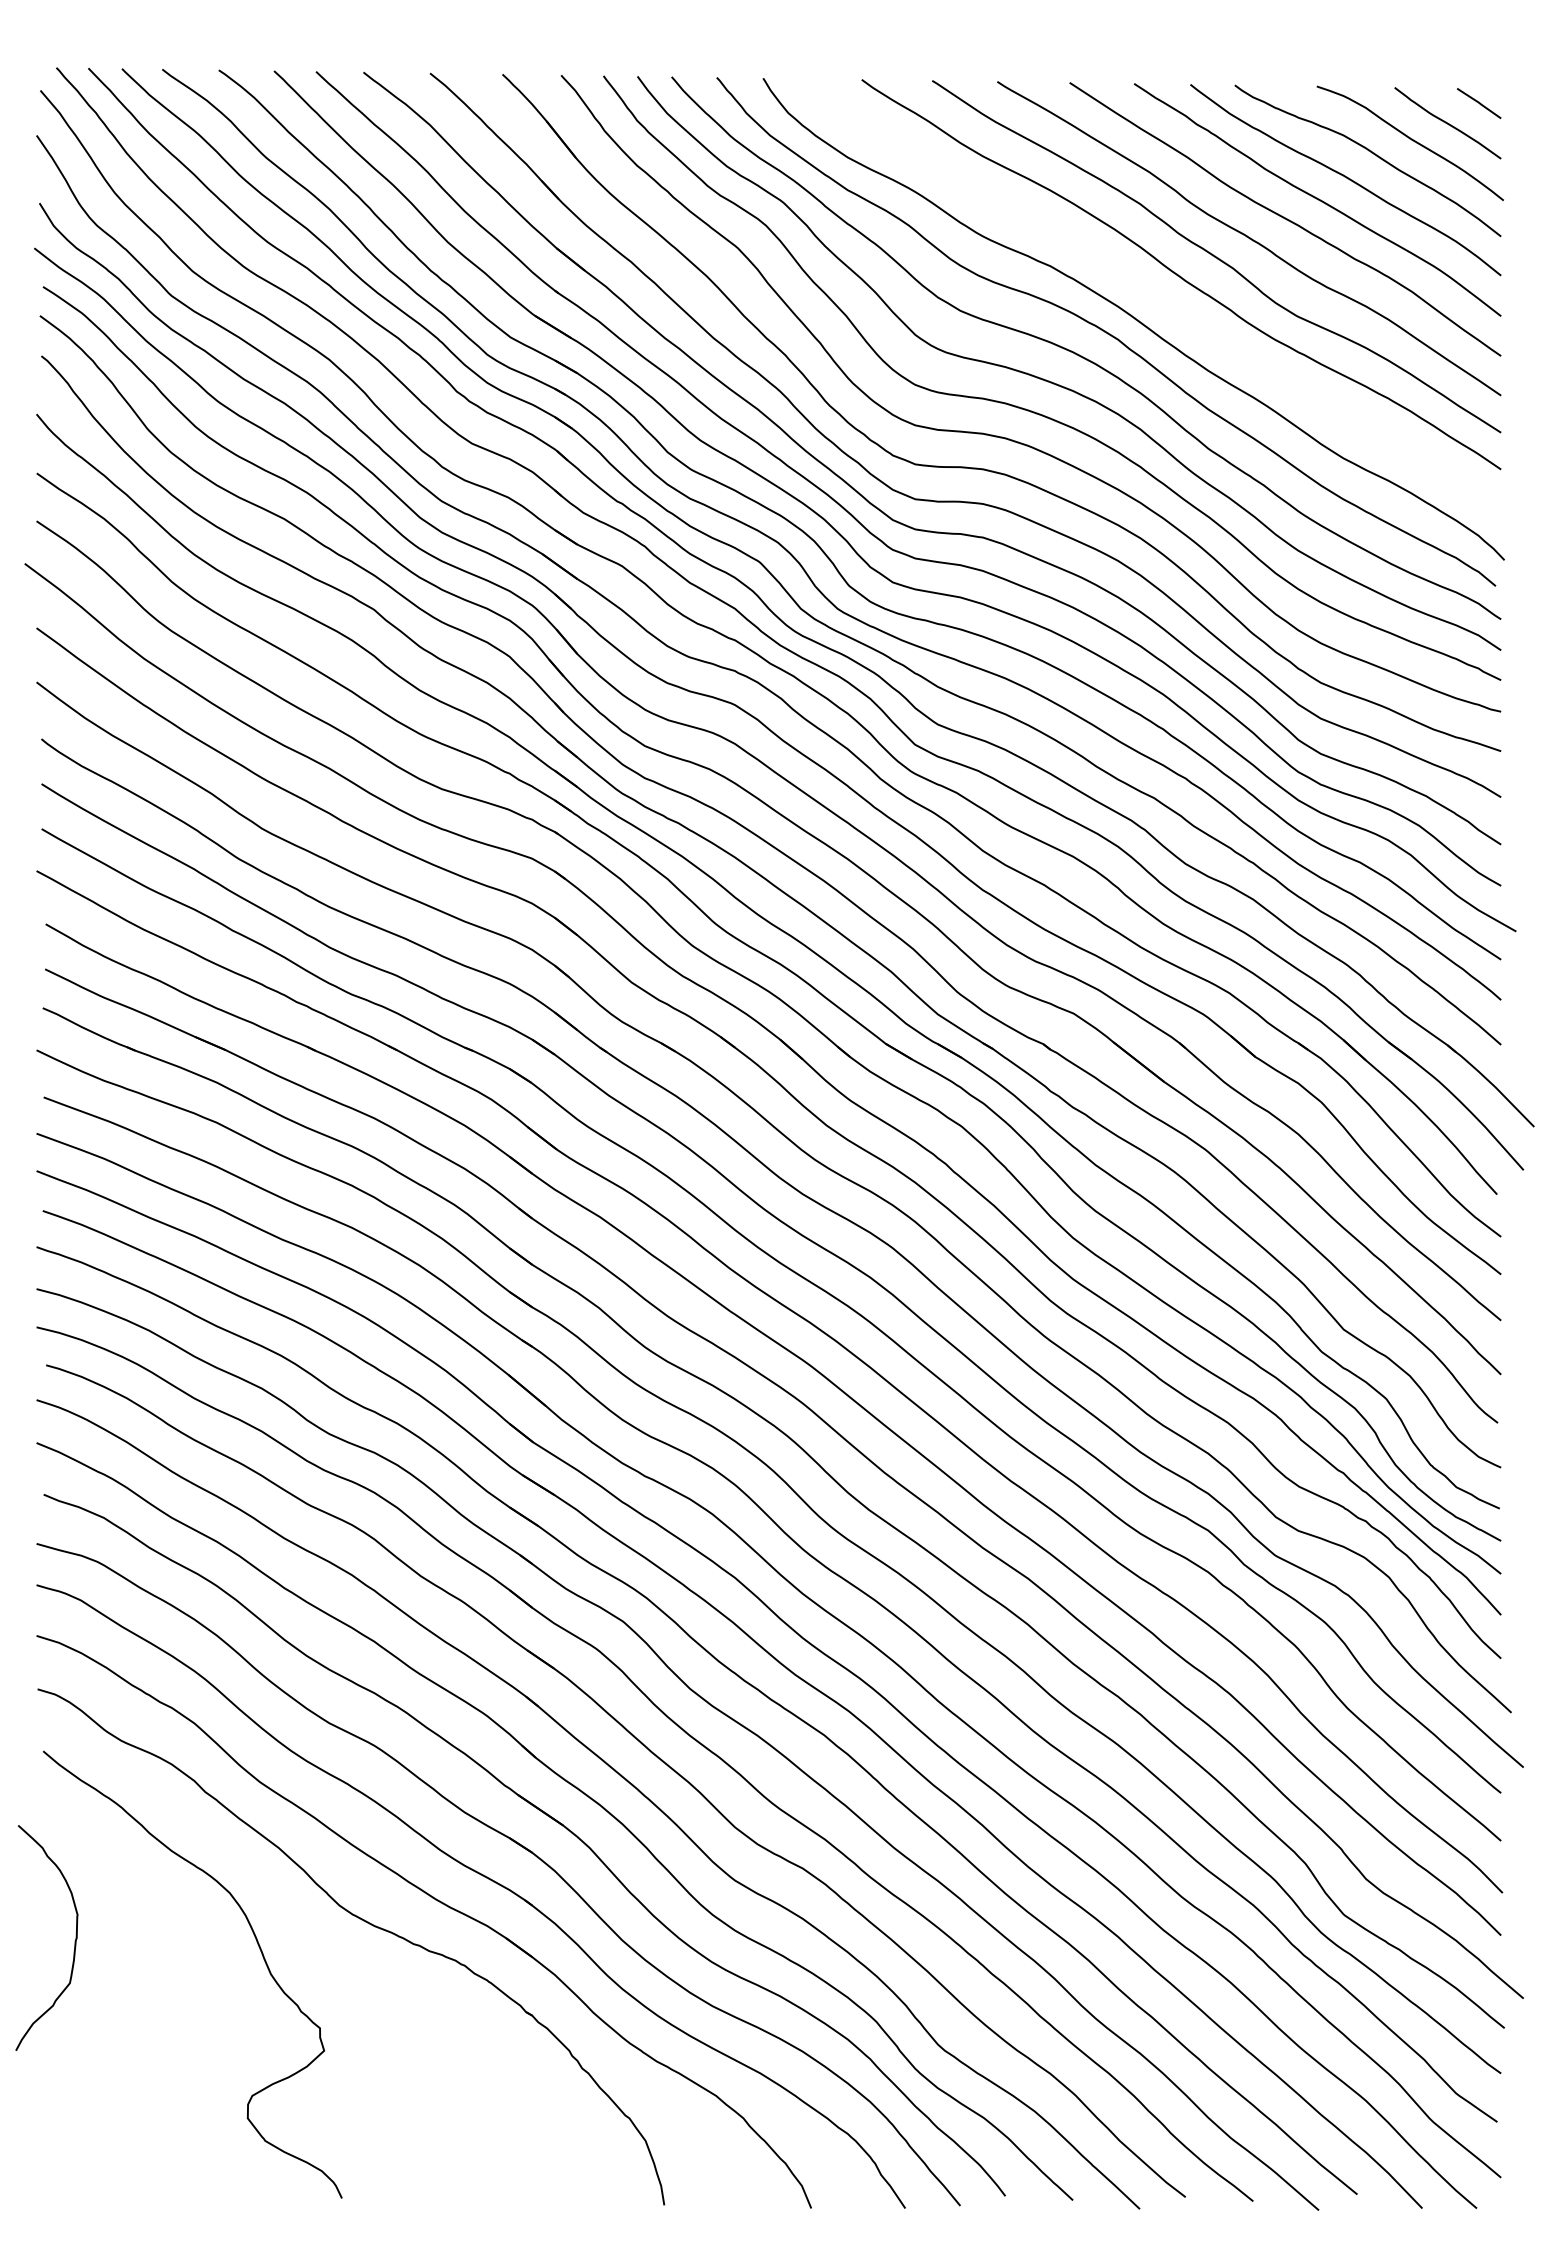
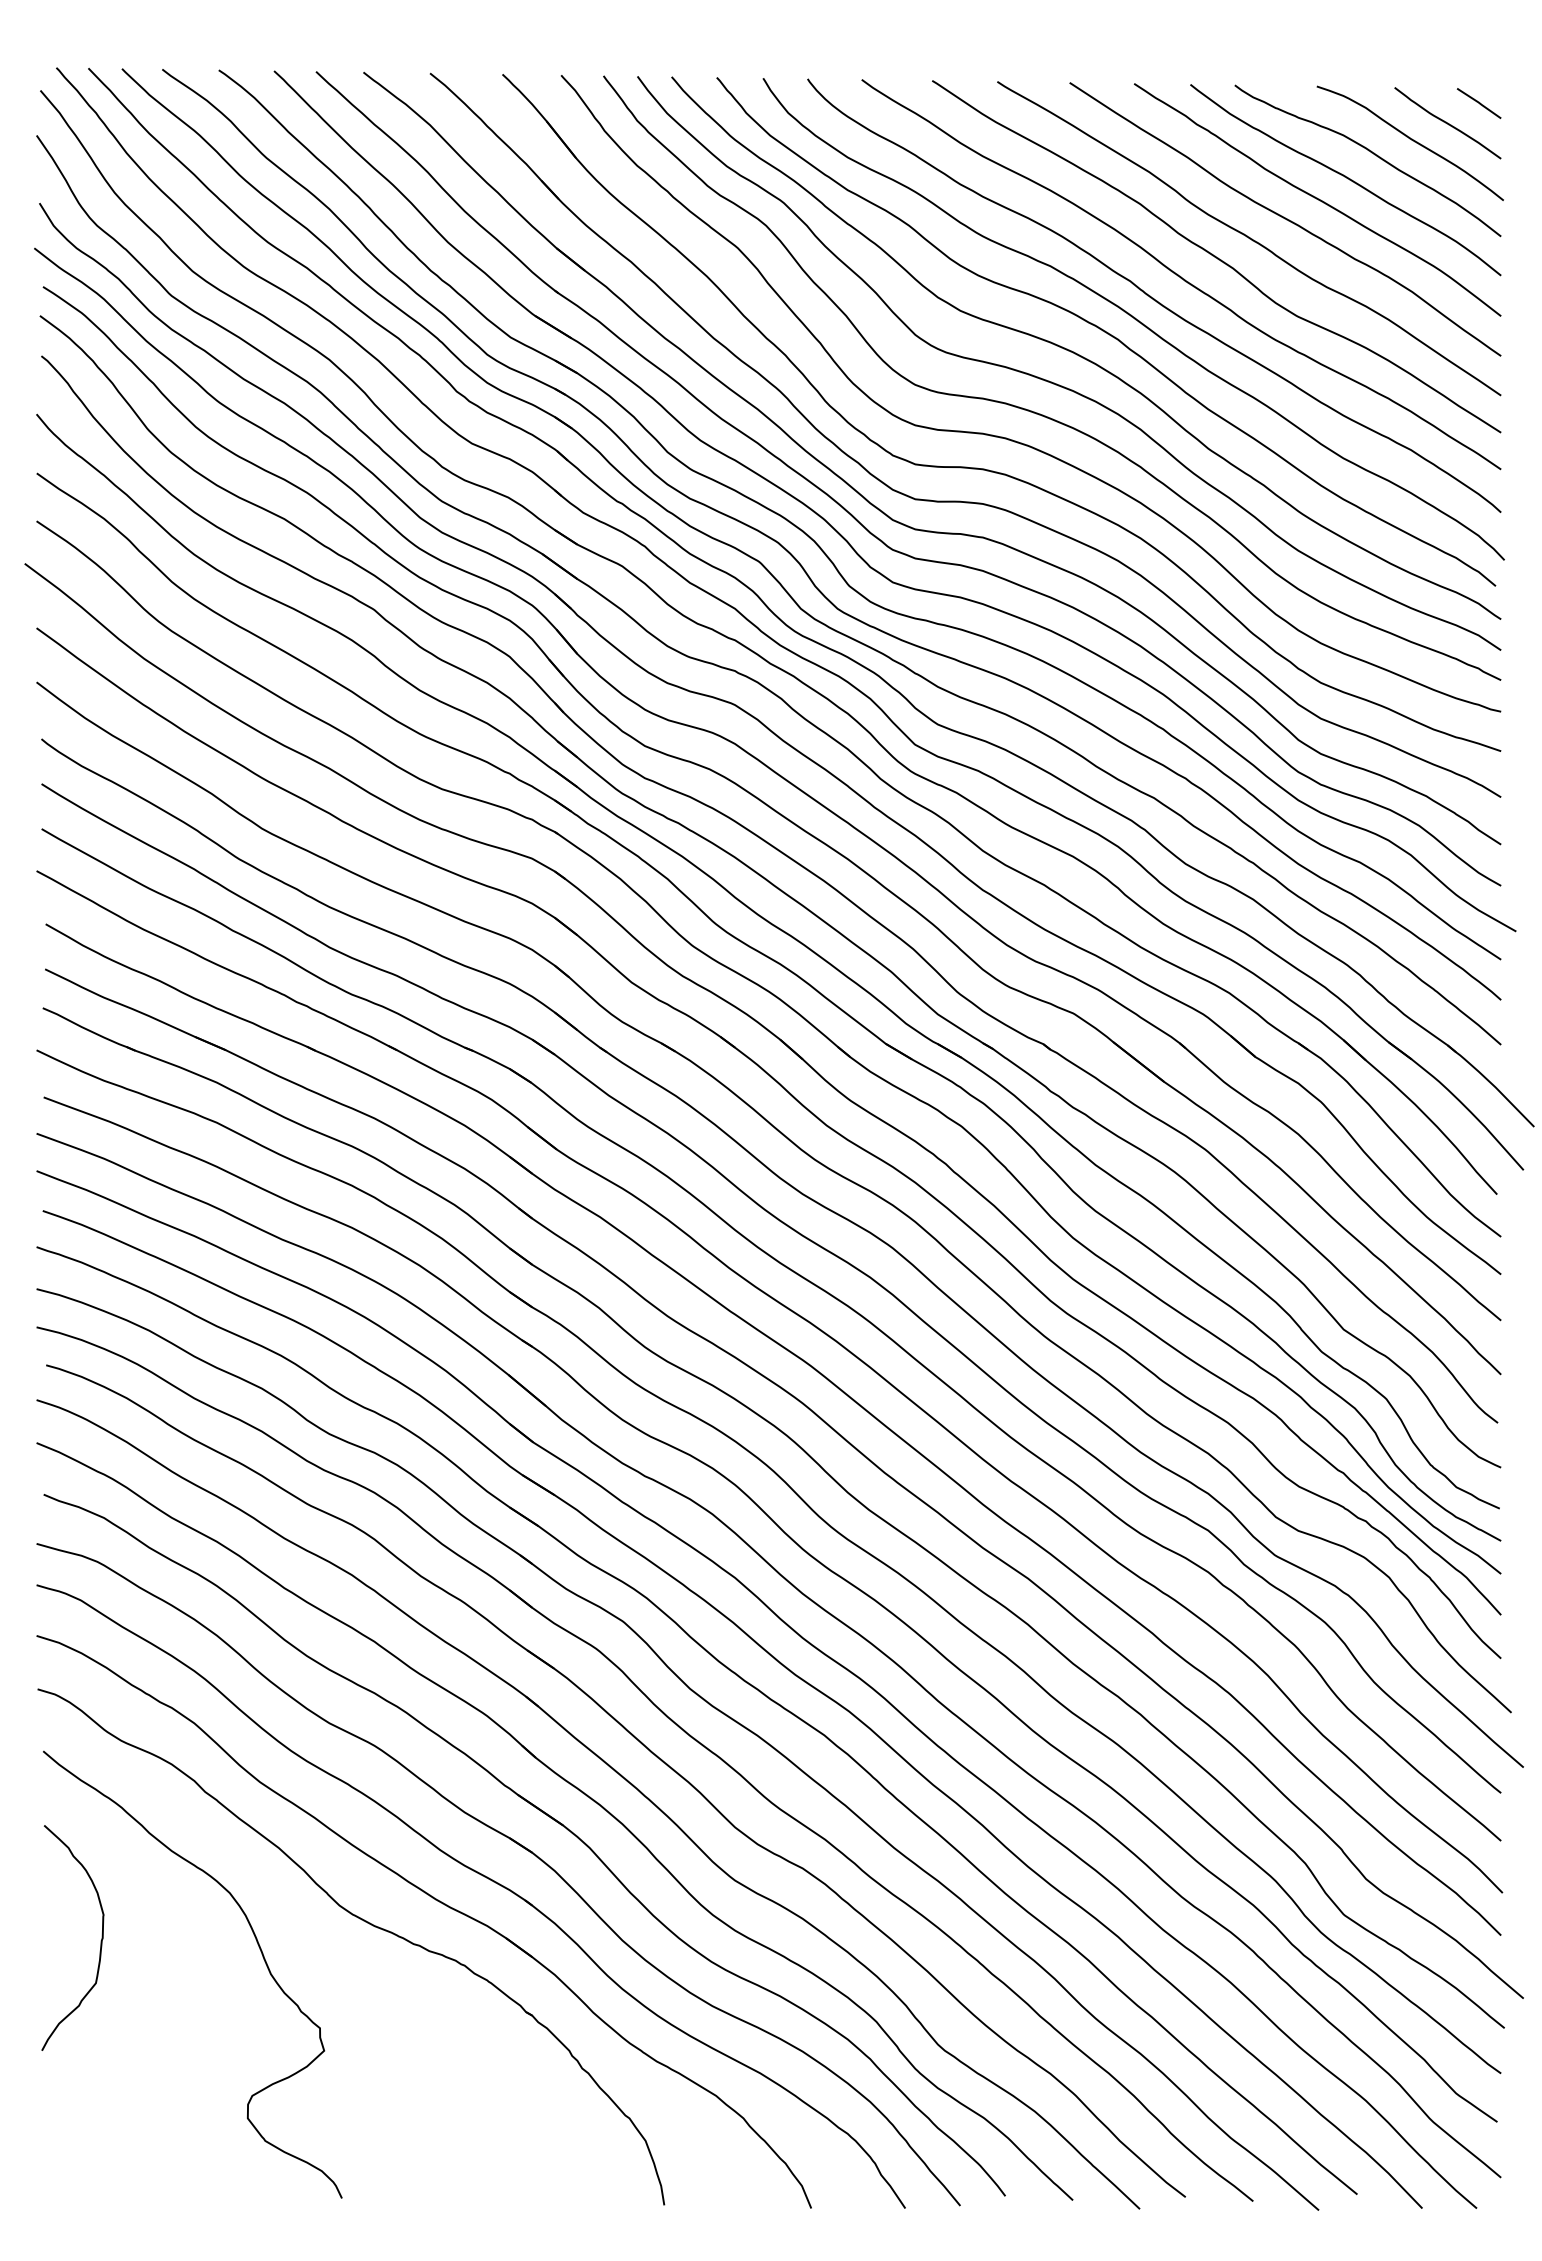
curve at (1153, 297): none -> present
curve at (74, 1940) position: (74, 1940) -> (100, 1940)
